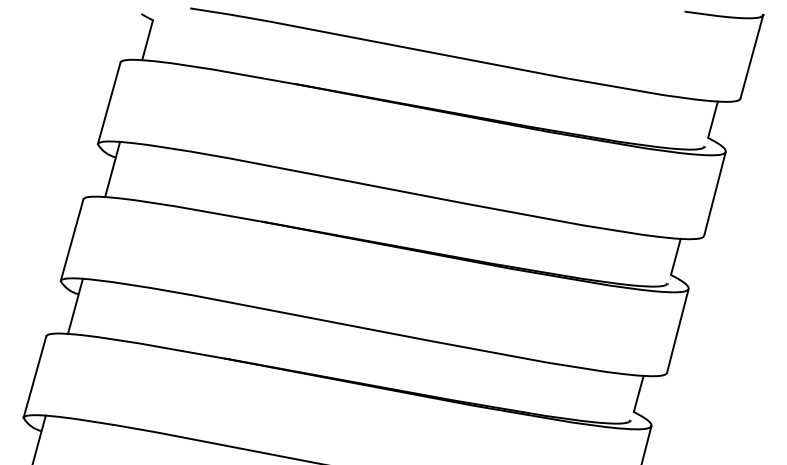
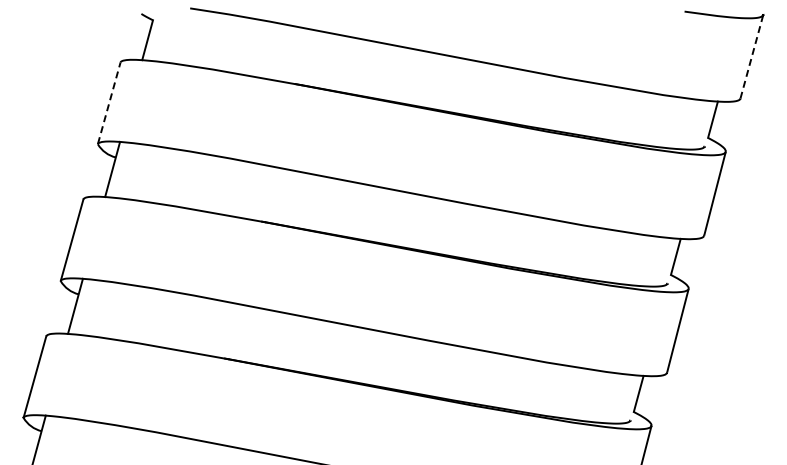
line at (751, 57): solid -> dashed
line at (109, 102): solid -> dashed
